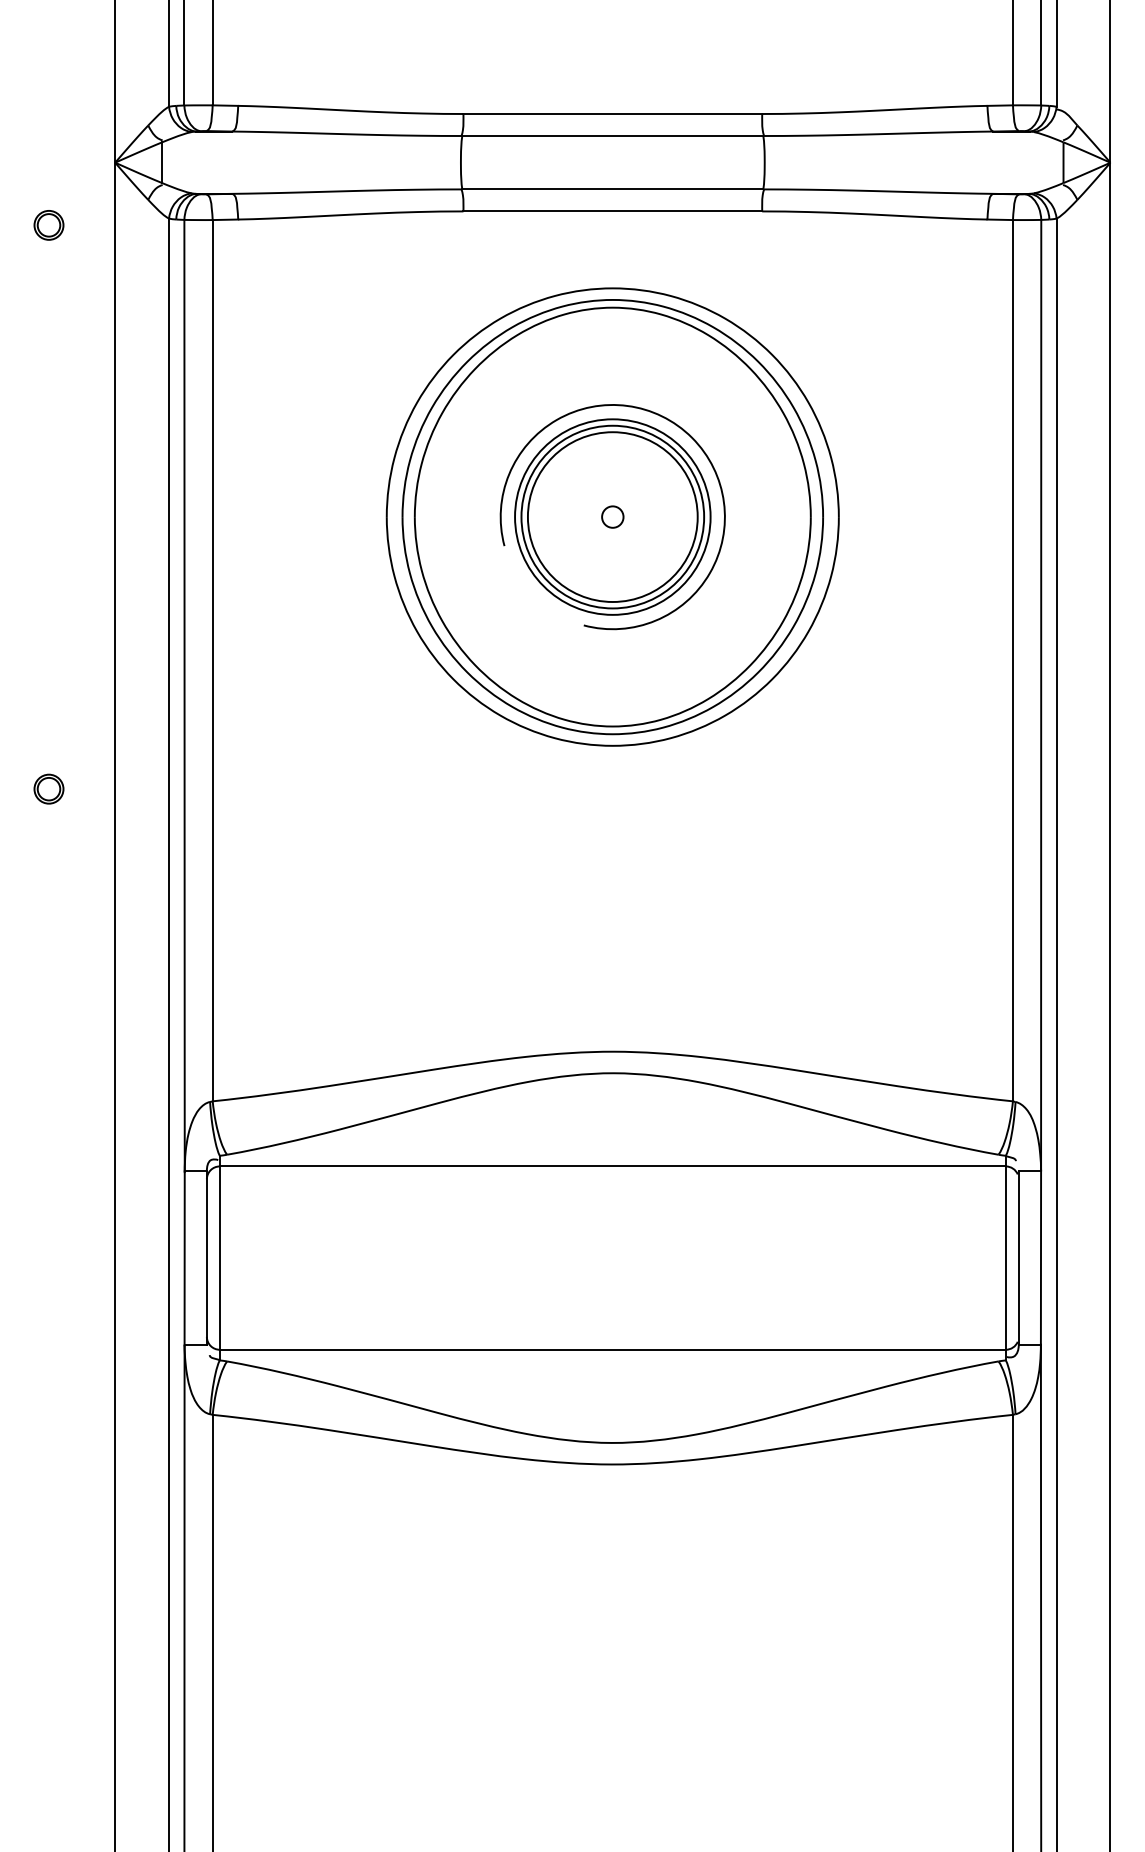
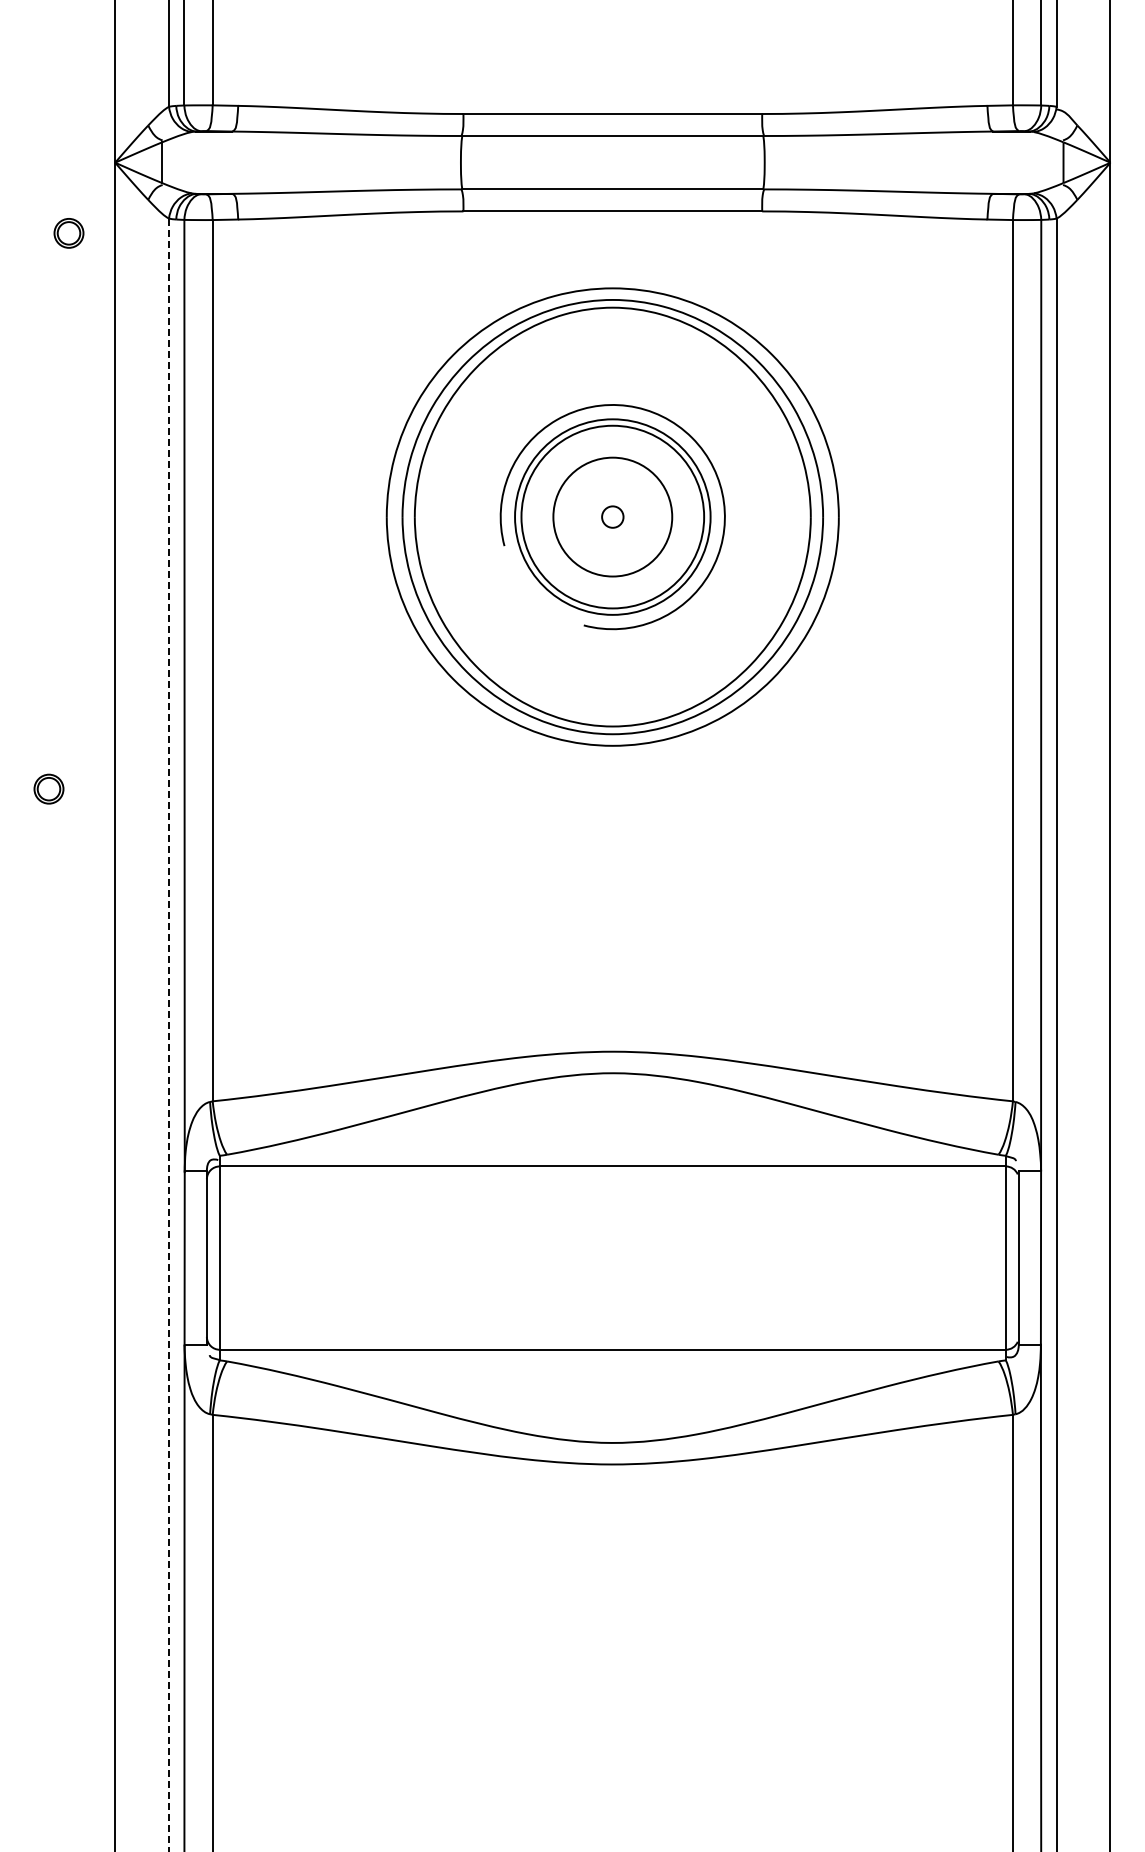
part at (48, 225) position: (48, 225) -> (68, 233)
circle at (612, 517) diameter: 170 px -> 119 px
line at (169, 1035): solid -> dashed
